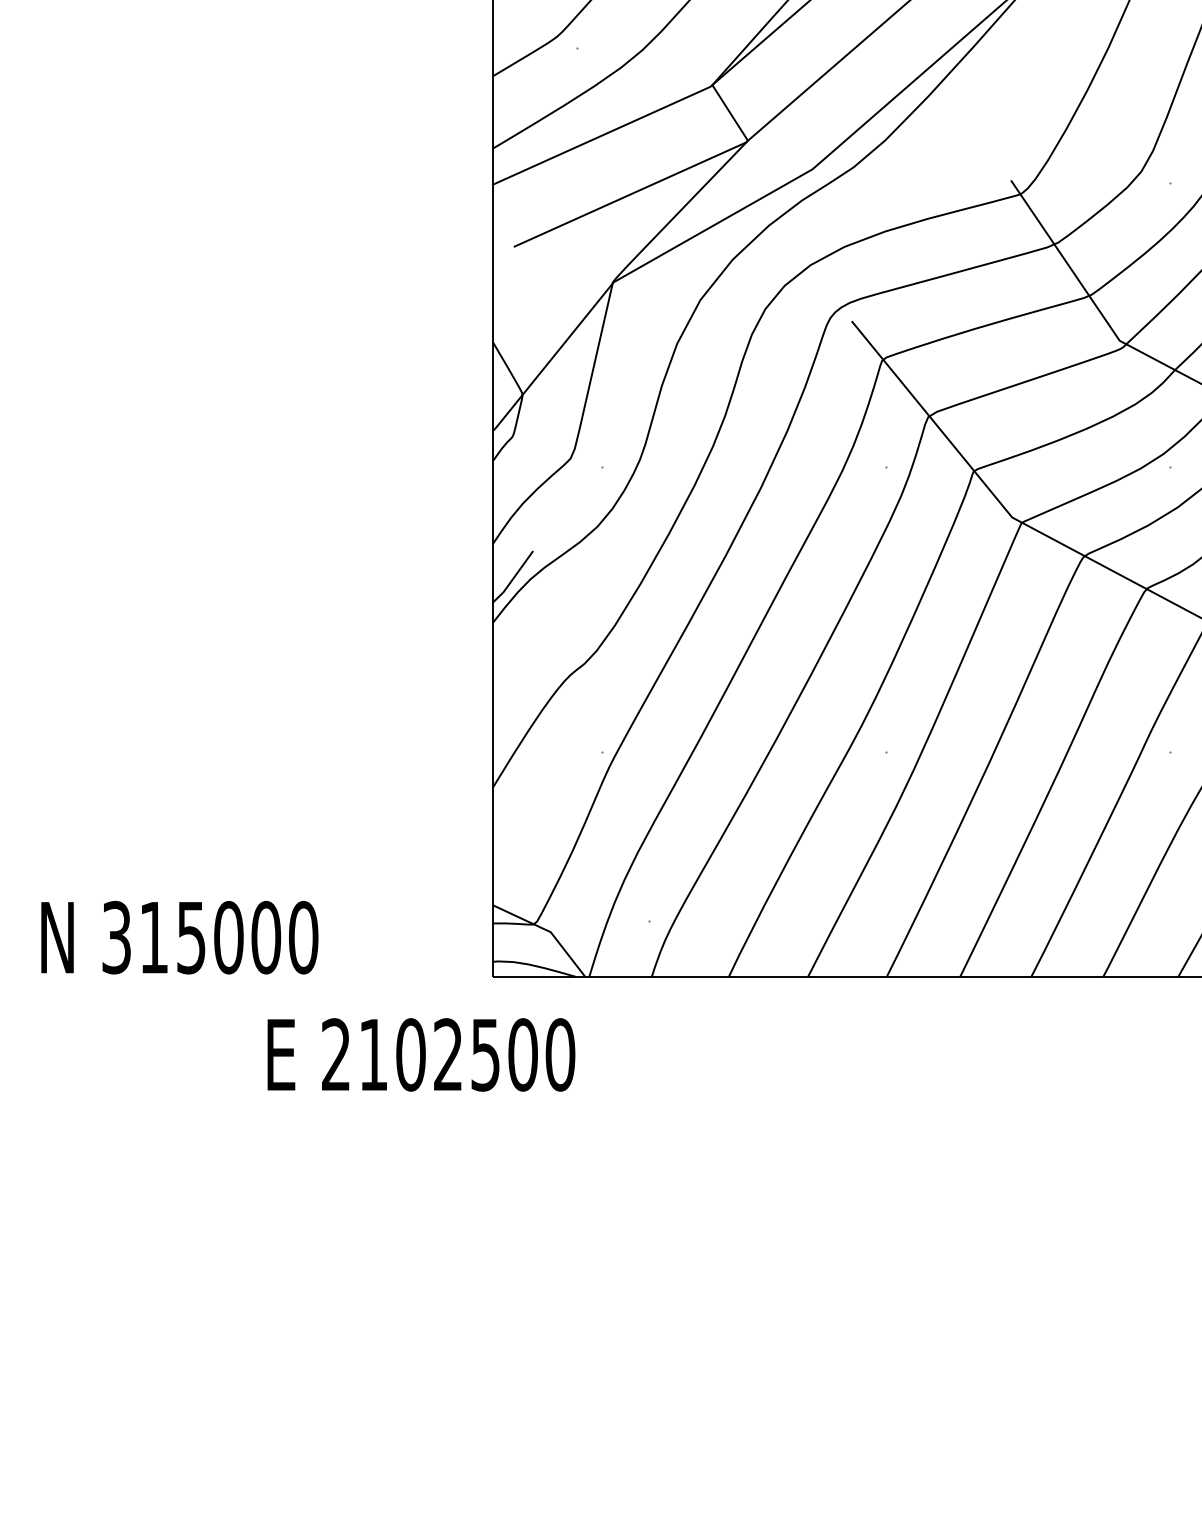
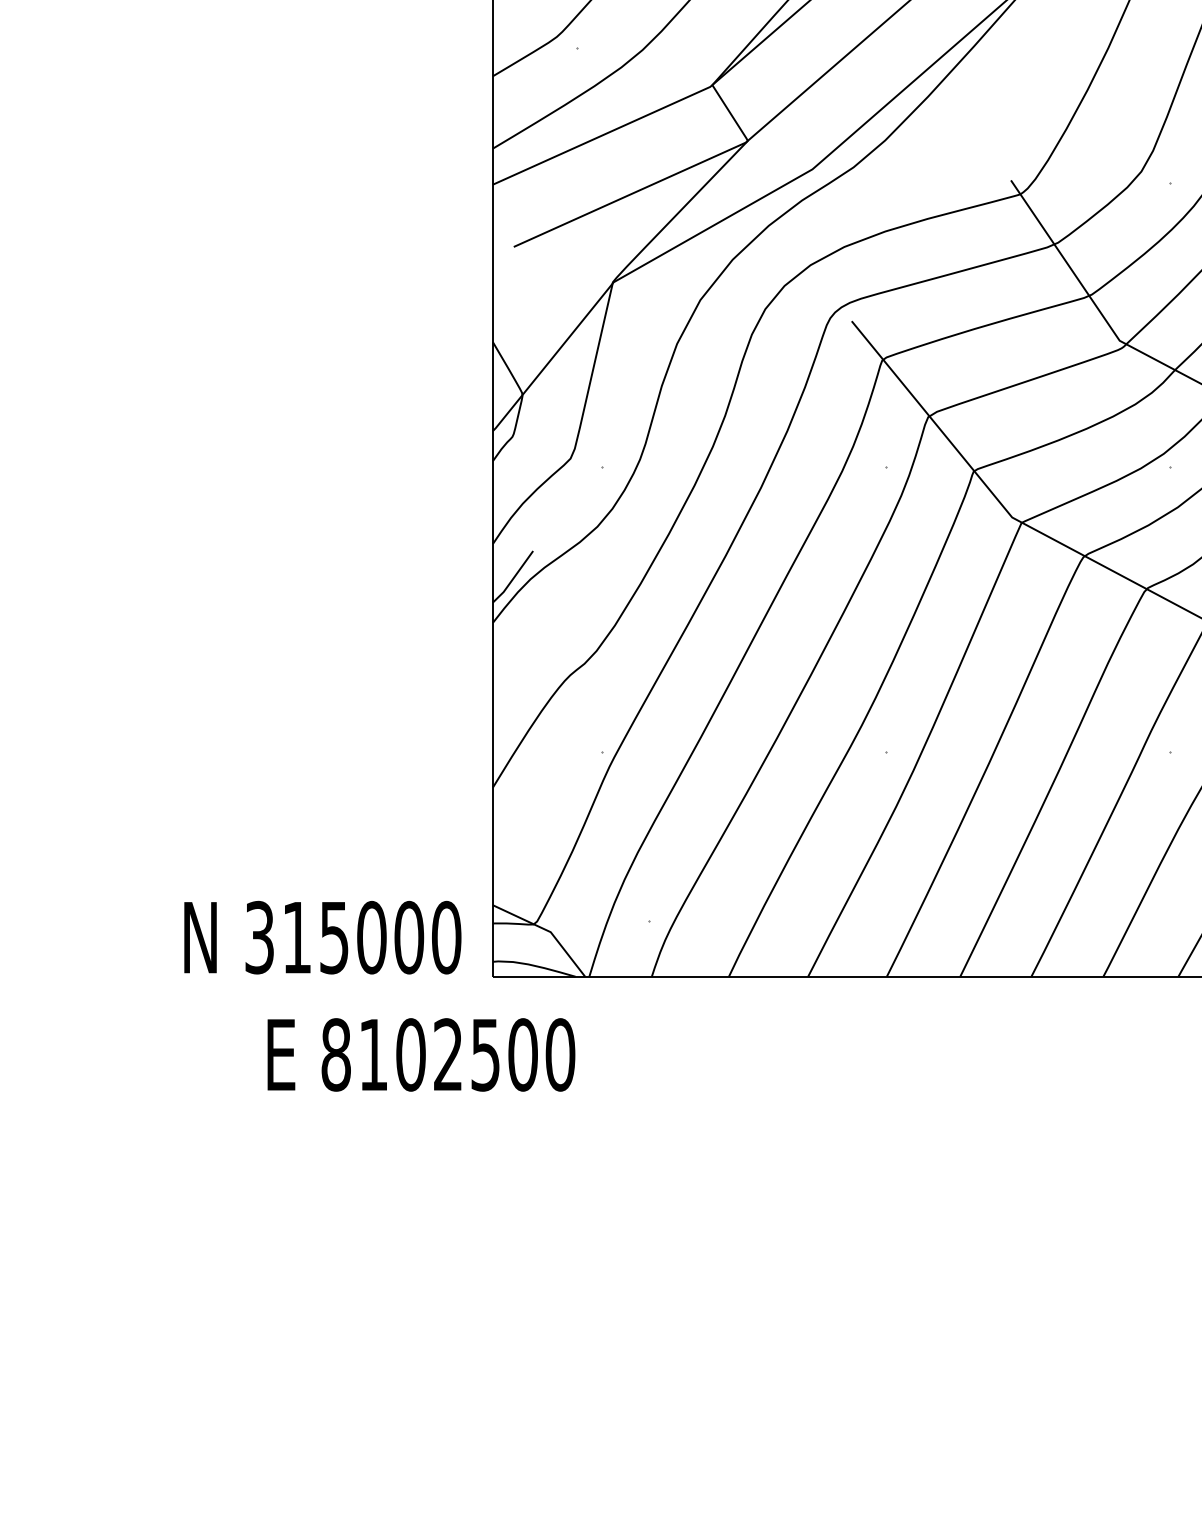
text at (179, 937) position: (179, 937) -> (322, 937)
text at (335, 1054): 2102500 -> 8102500
